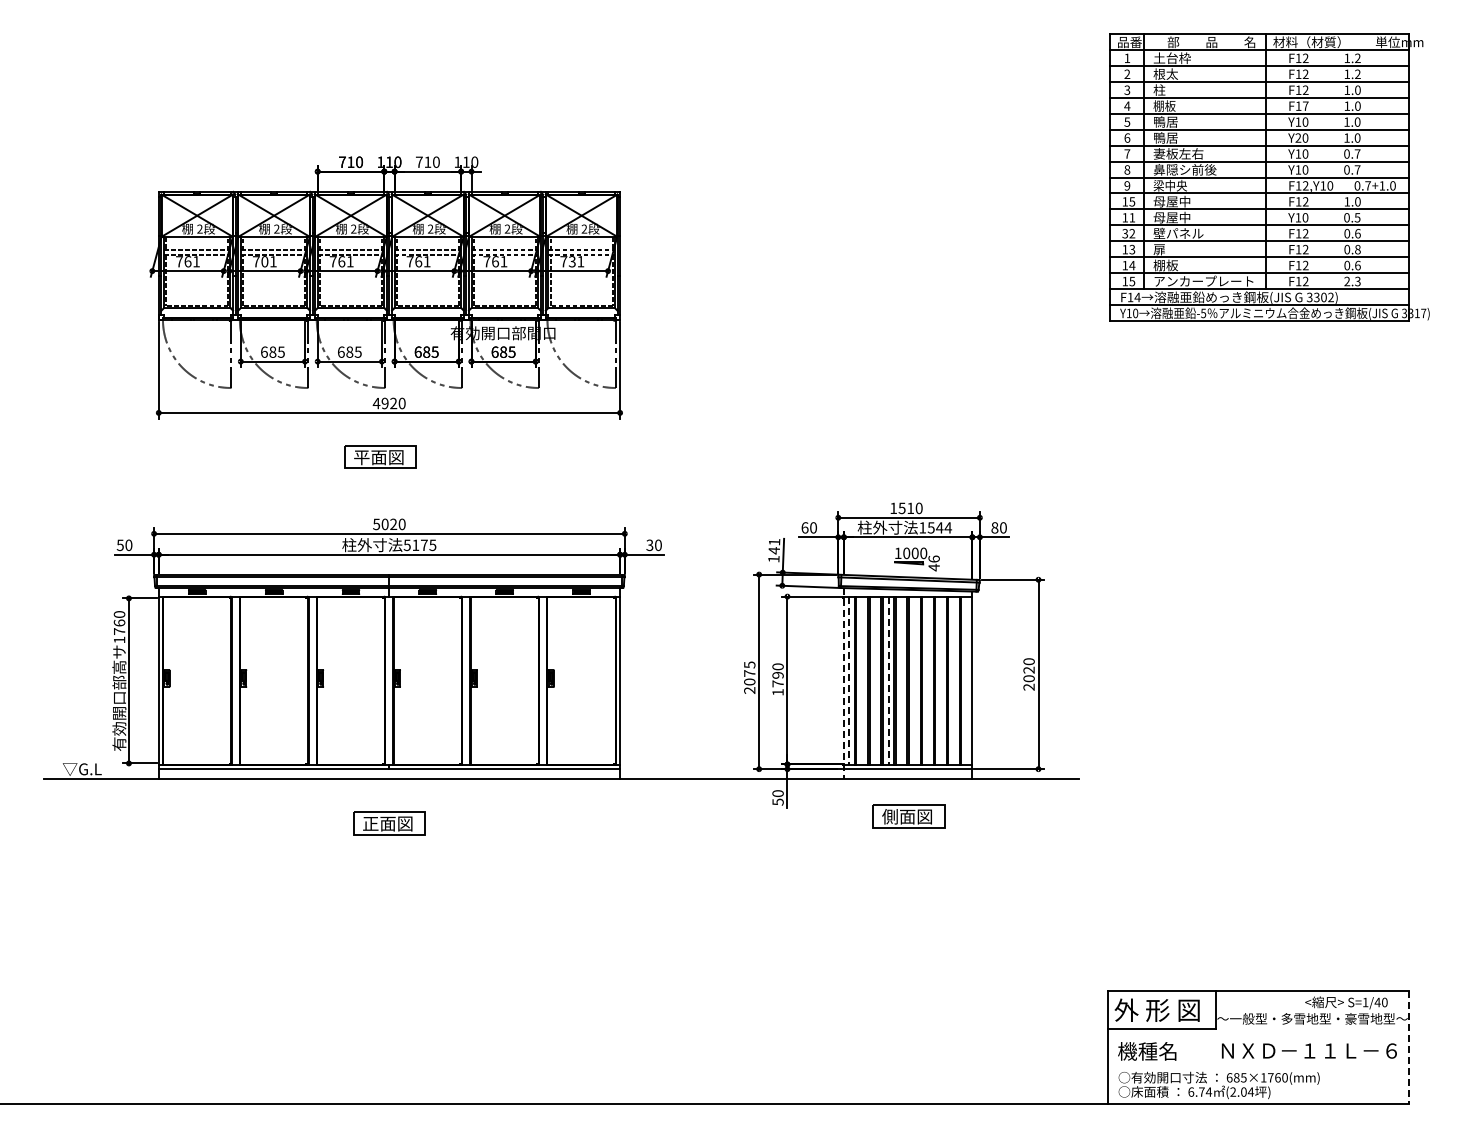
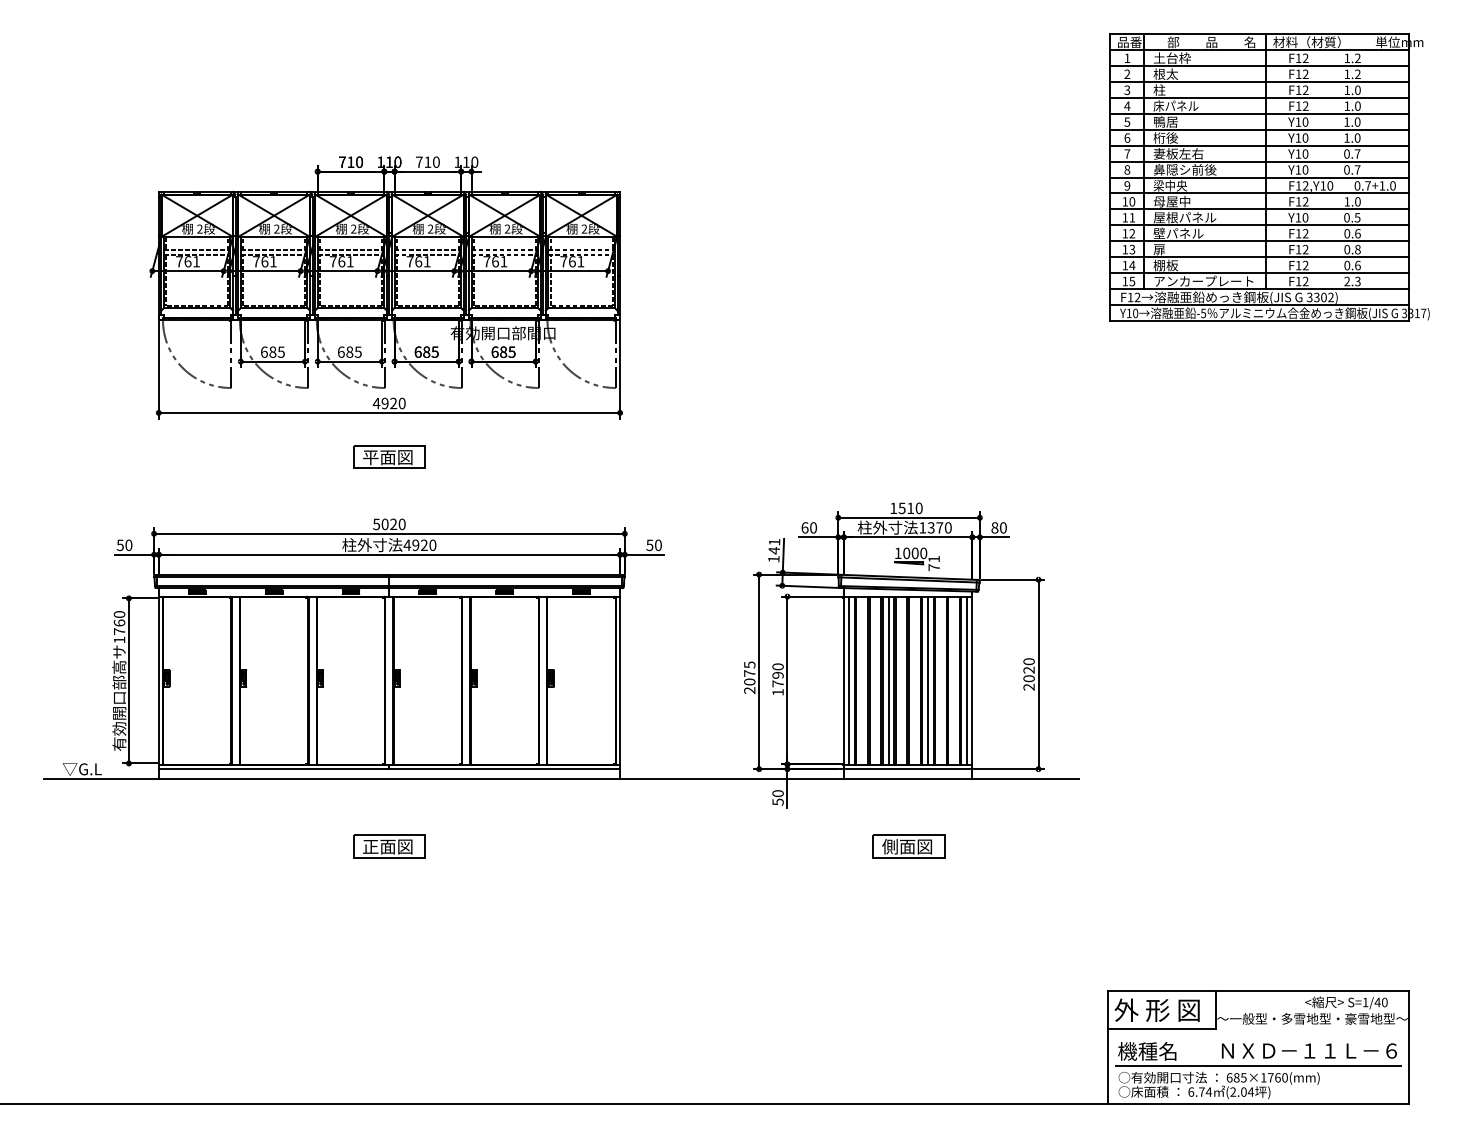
text at (1175, 105): 棚板 -> 床パネル
text at (1305, 105): F17 -> F12
text at (1165, 137): 鴨居 -> 桁後
text at (1298, 137): Y20 -> Y10
text at (1132, 201): 15 -> 10
text at (1184, 217): 母屋中 -> 屋根パネル
text at (1124, 233): 32 -> 12
text at (264, 261): 701 -> 761
text at (572, 261): 731 -> 761
text at (1137, 297): F14 -> F12
part at (380, 456) position: (380, 456) -> (389, 456)
text at (940, 527): 1544 -> 1370
text at (649, 544): 30 -> 50
text at (419, 545): 5175 -> 4920
text at (933, 563): 46 -> 71
line at (849, 680): dashed -> solid
line at (888, 680): dashed -> solid
line at (927, 680): none -> present
line at (967, 680): none -> present
line at (843, 683): dashed -> solid
part at (908, 816) position: (908, 816) -> (908, 846)
part at (389, 823) position: (389, 823) -> (389, 846)
line at (1408, 1048): dashed -> solid
line at (1258, 1066): none -> present
